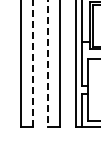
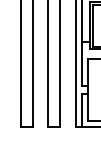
line at (32, 63): dashed -> solid
line at (48, 63): dashed -> solid
